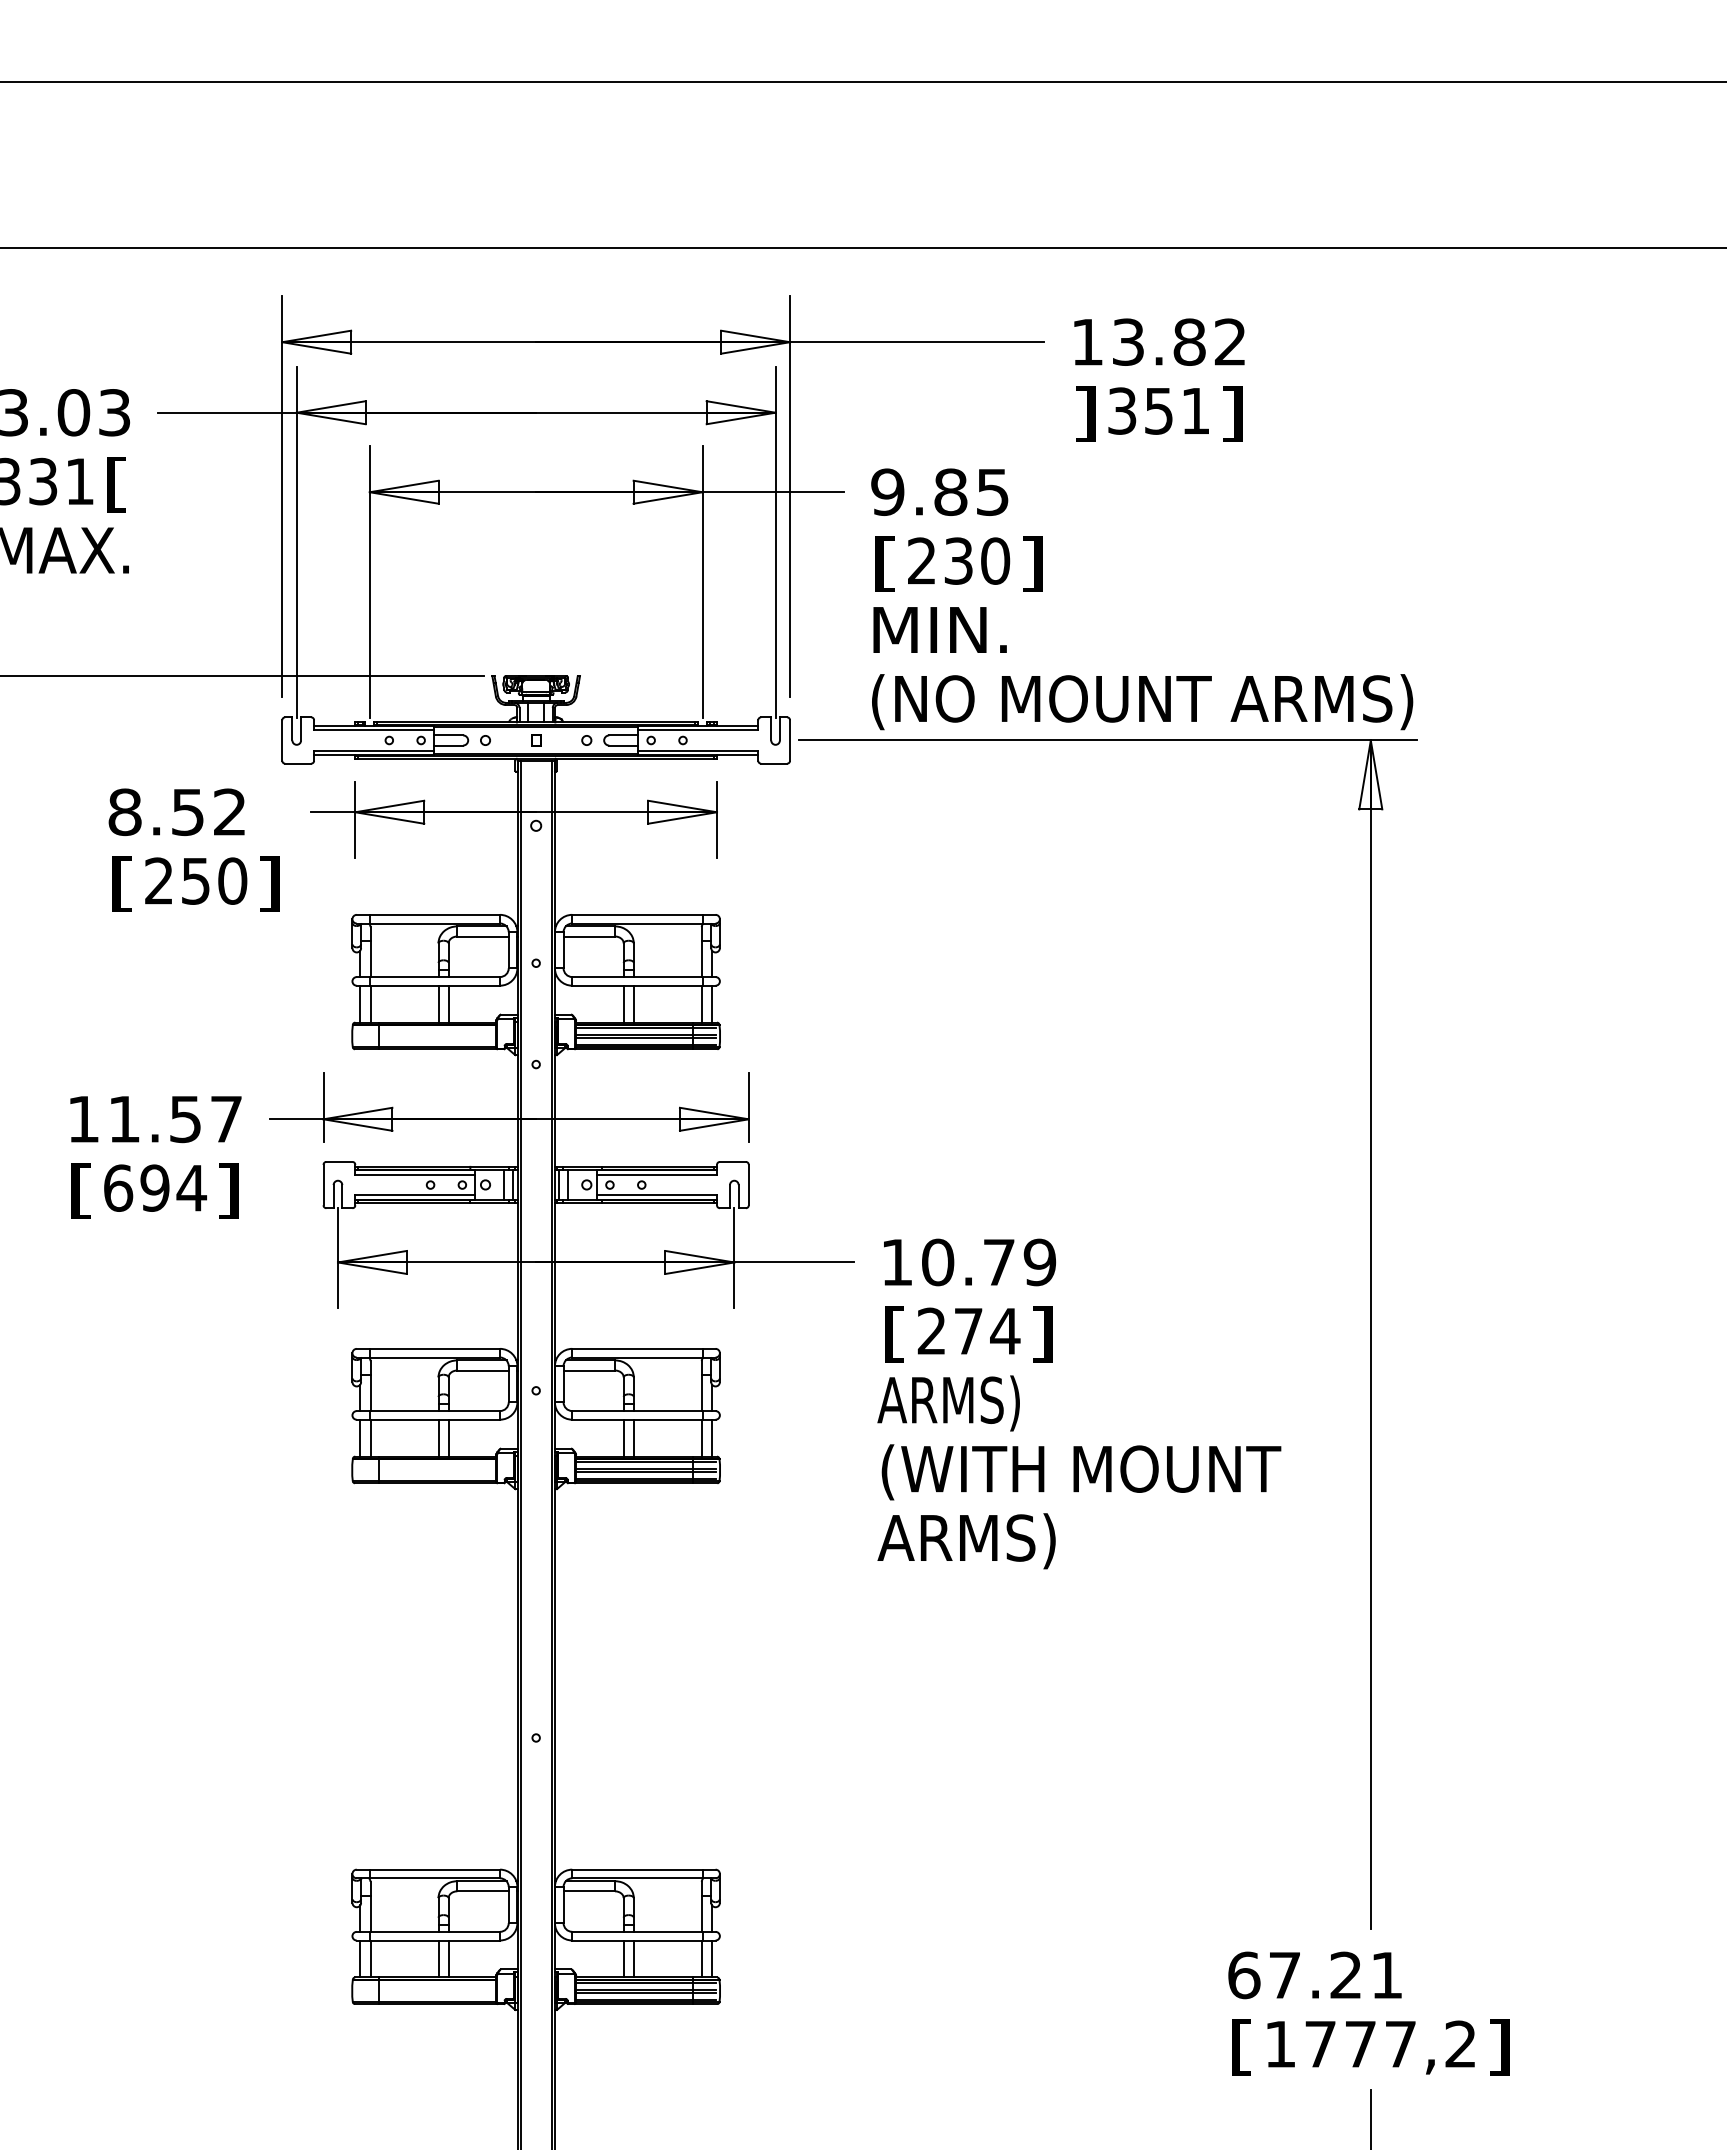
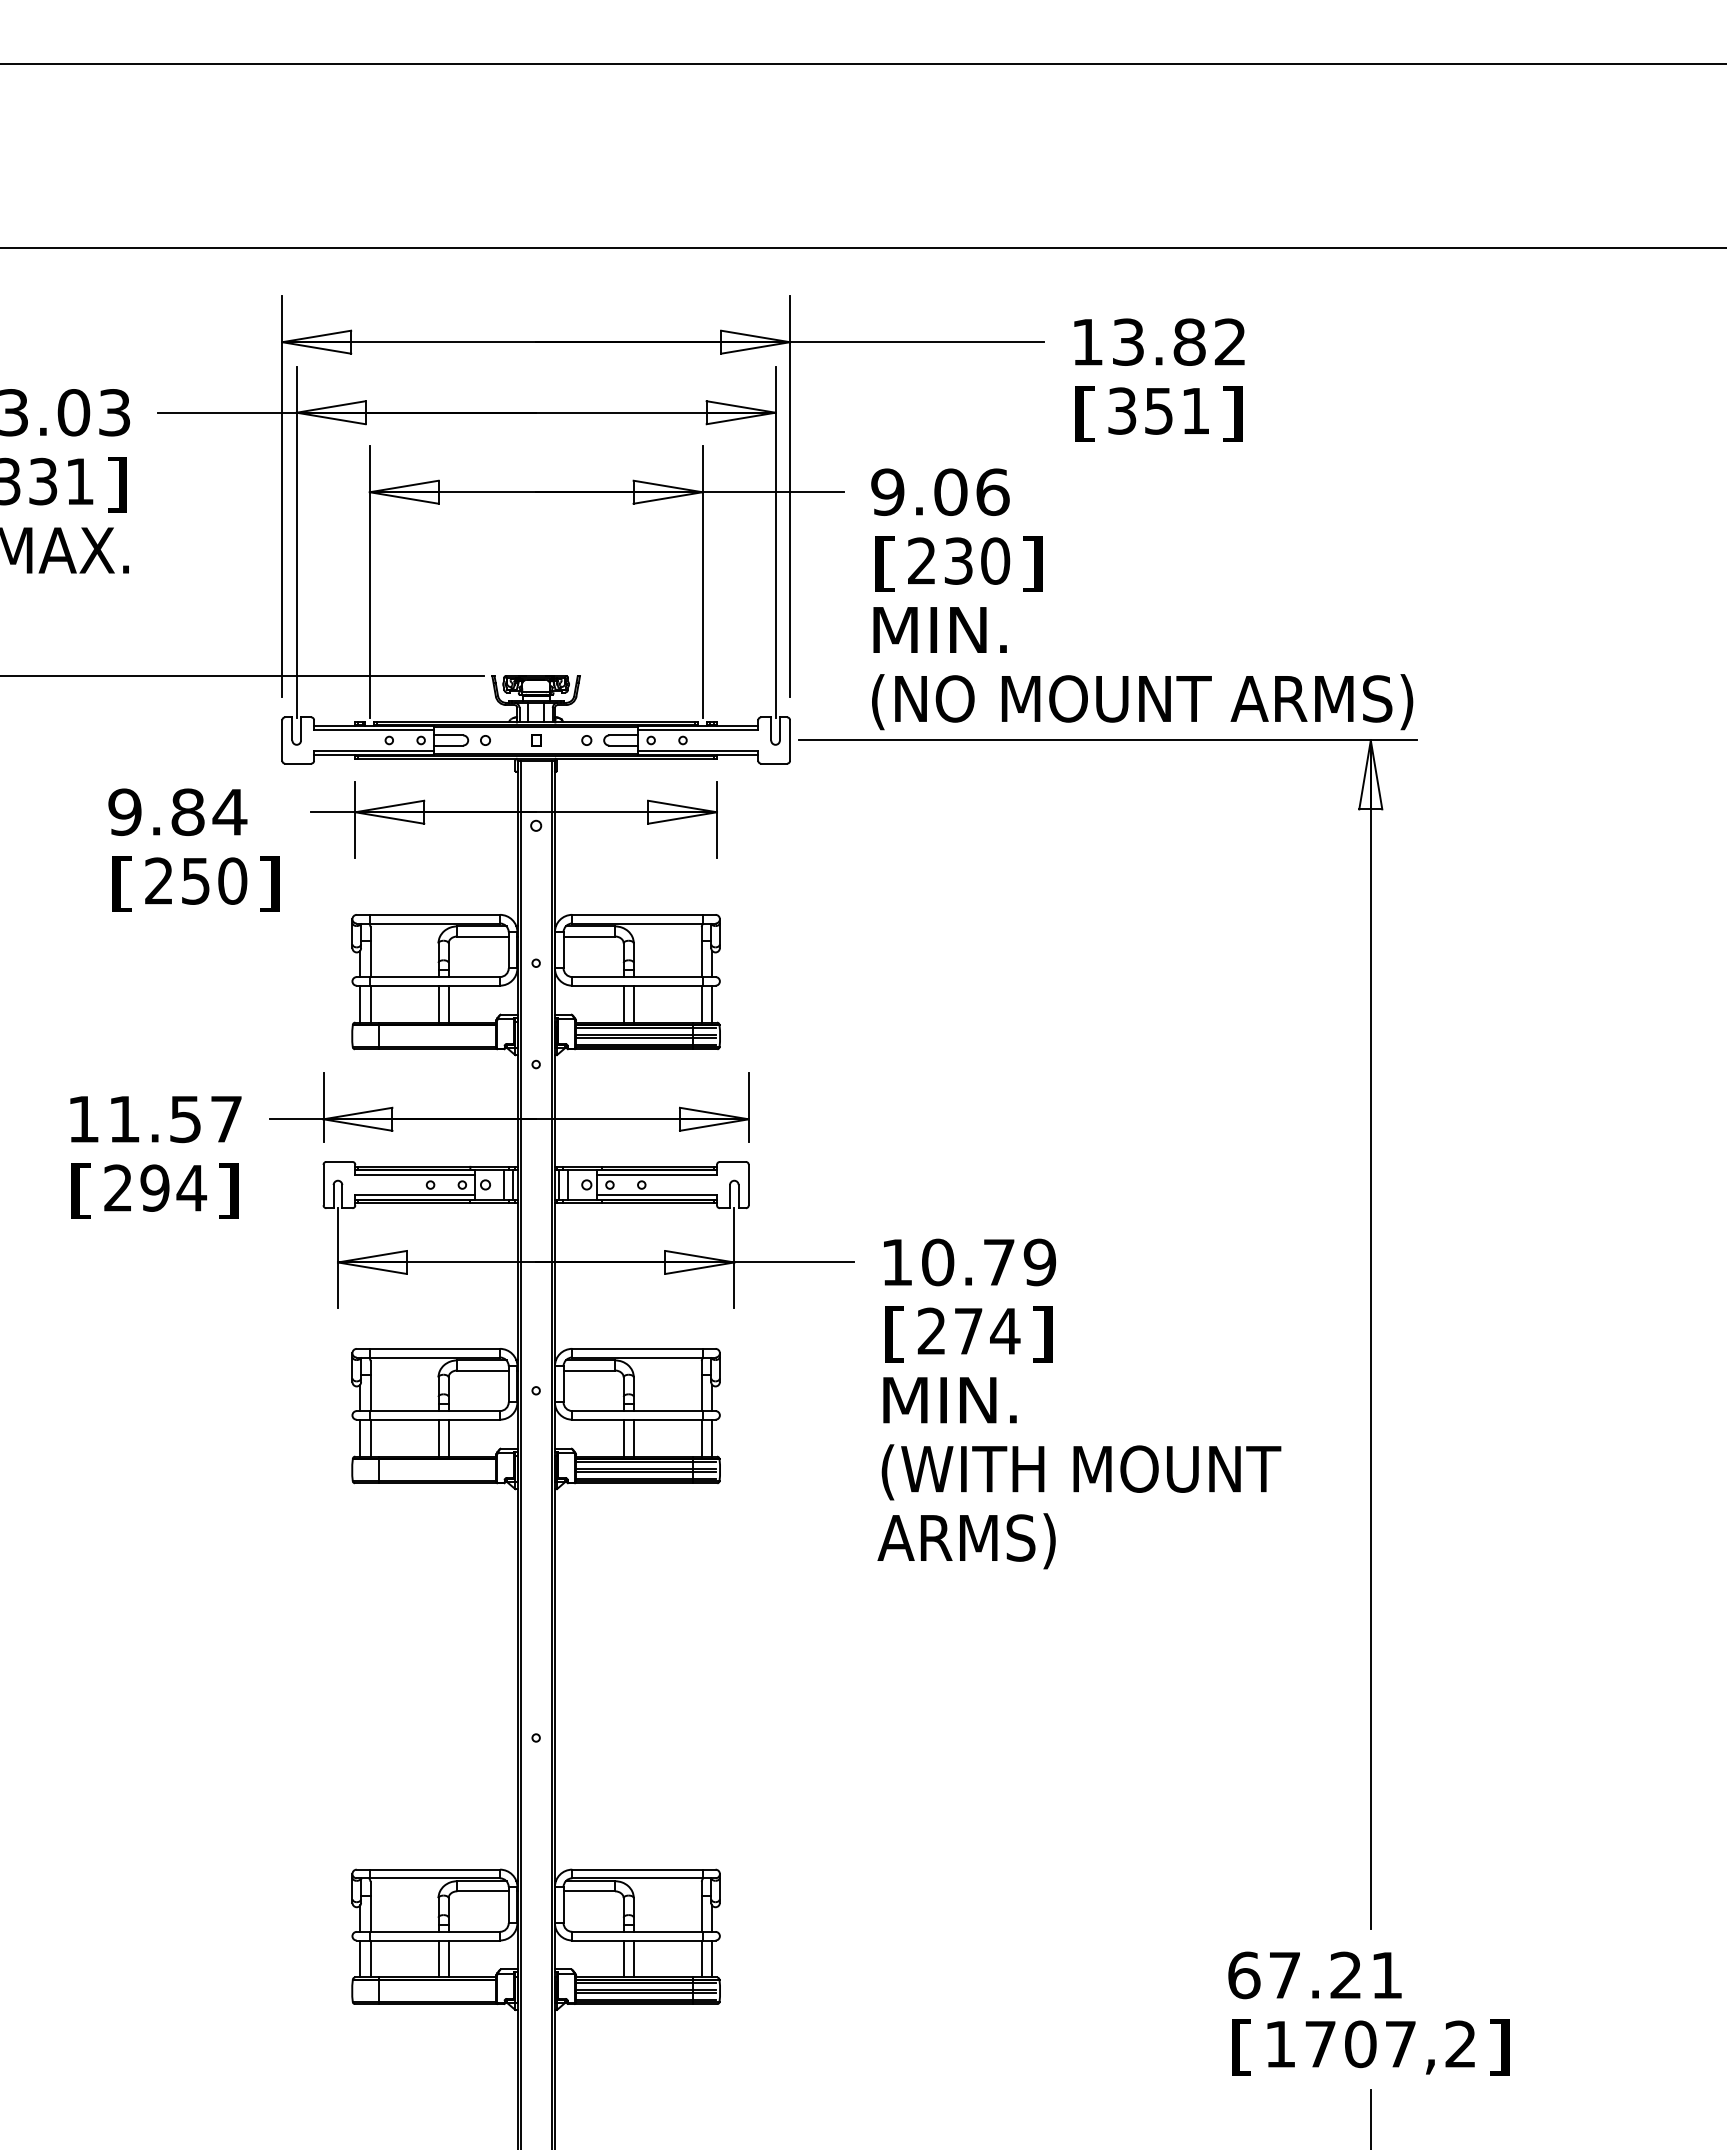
line at (862, 82) position: (862, 82) -> (862, 64)
text at (1085, 413): ] -> [
text at (116, 484): [ -> ]
text at (971, 491): 9.85 -> 9.06
text at (177, 812): 8.52 -> 9.84
text at (118, 1187): 694 -> 294
text at (948, 1403): ARMS) -> MIN.
text at (1360, 2044): 1777,2 -> 1707,2
